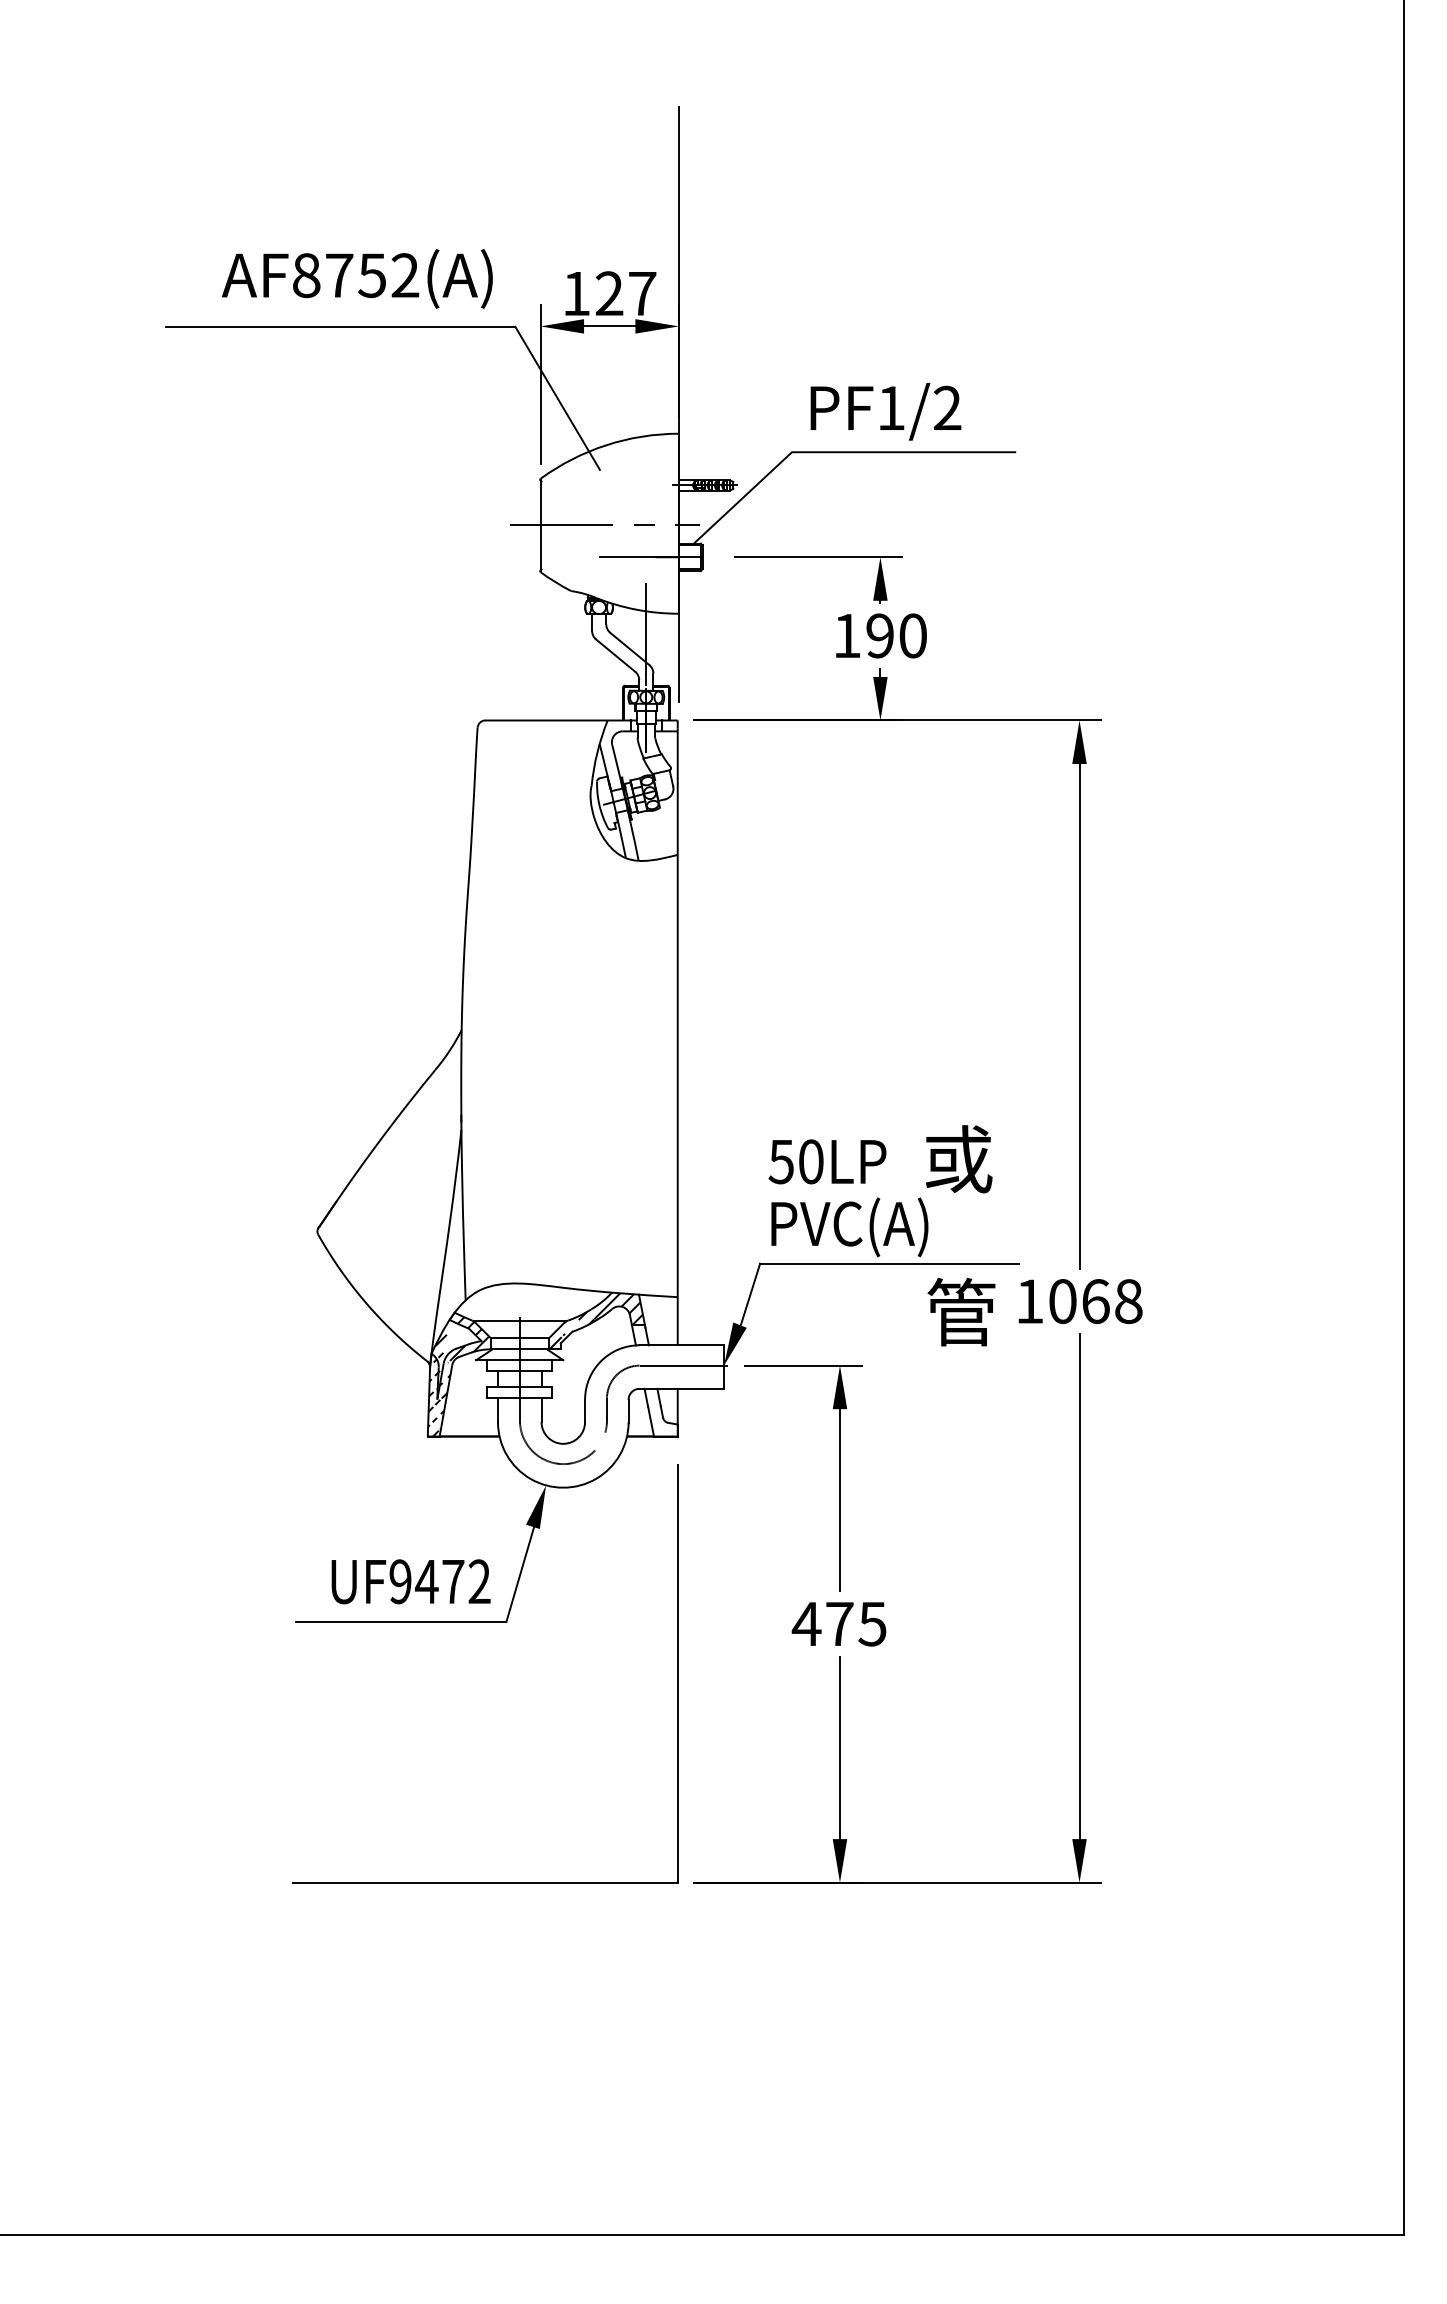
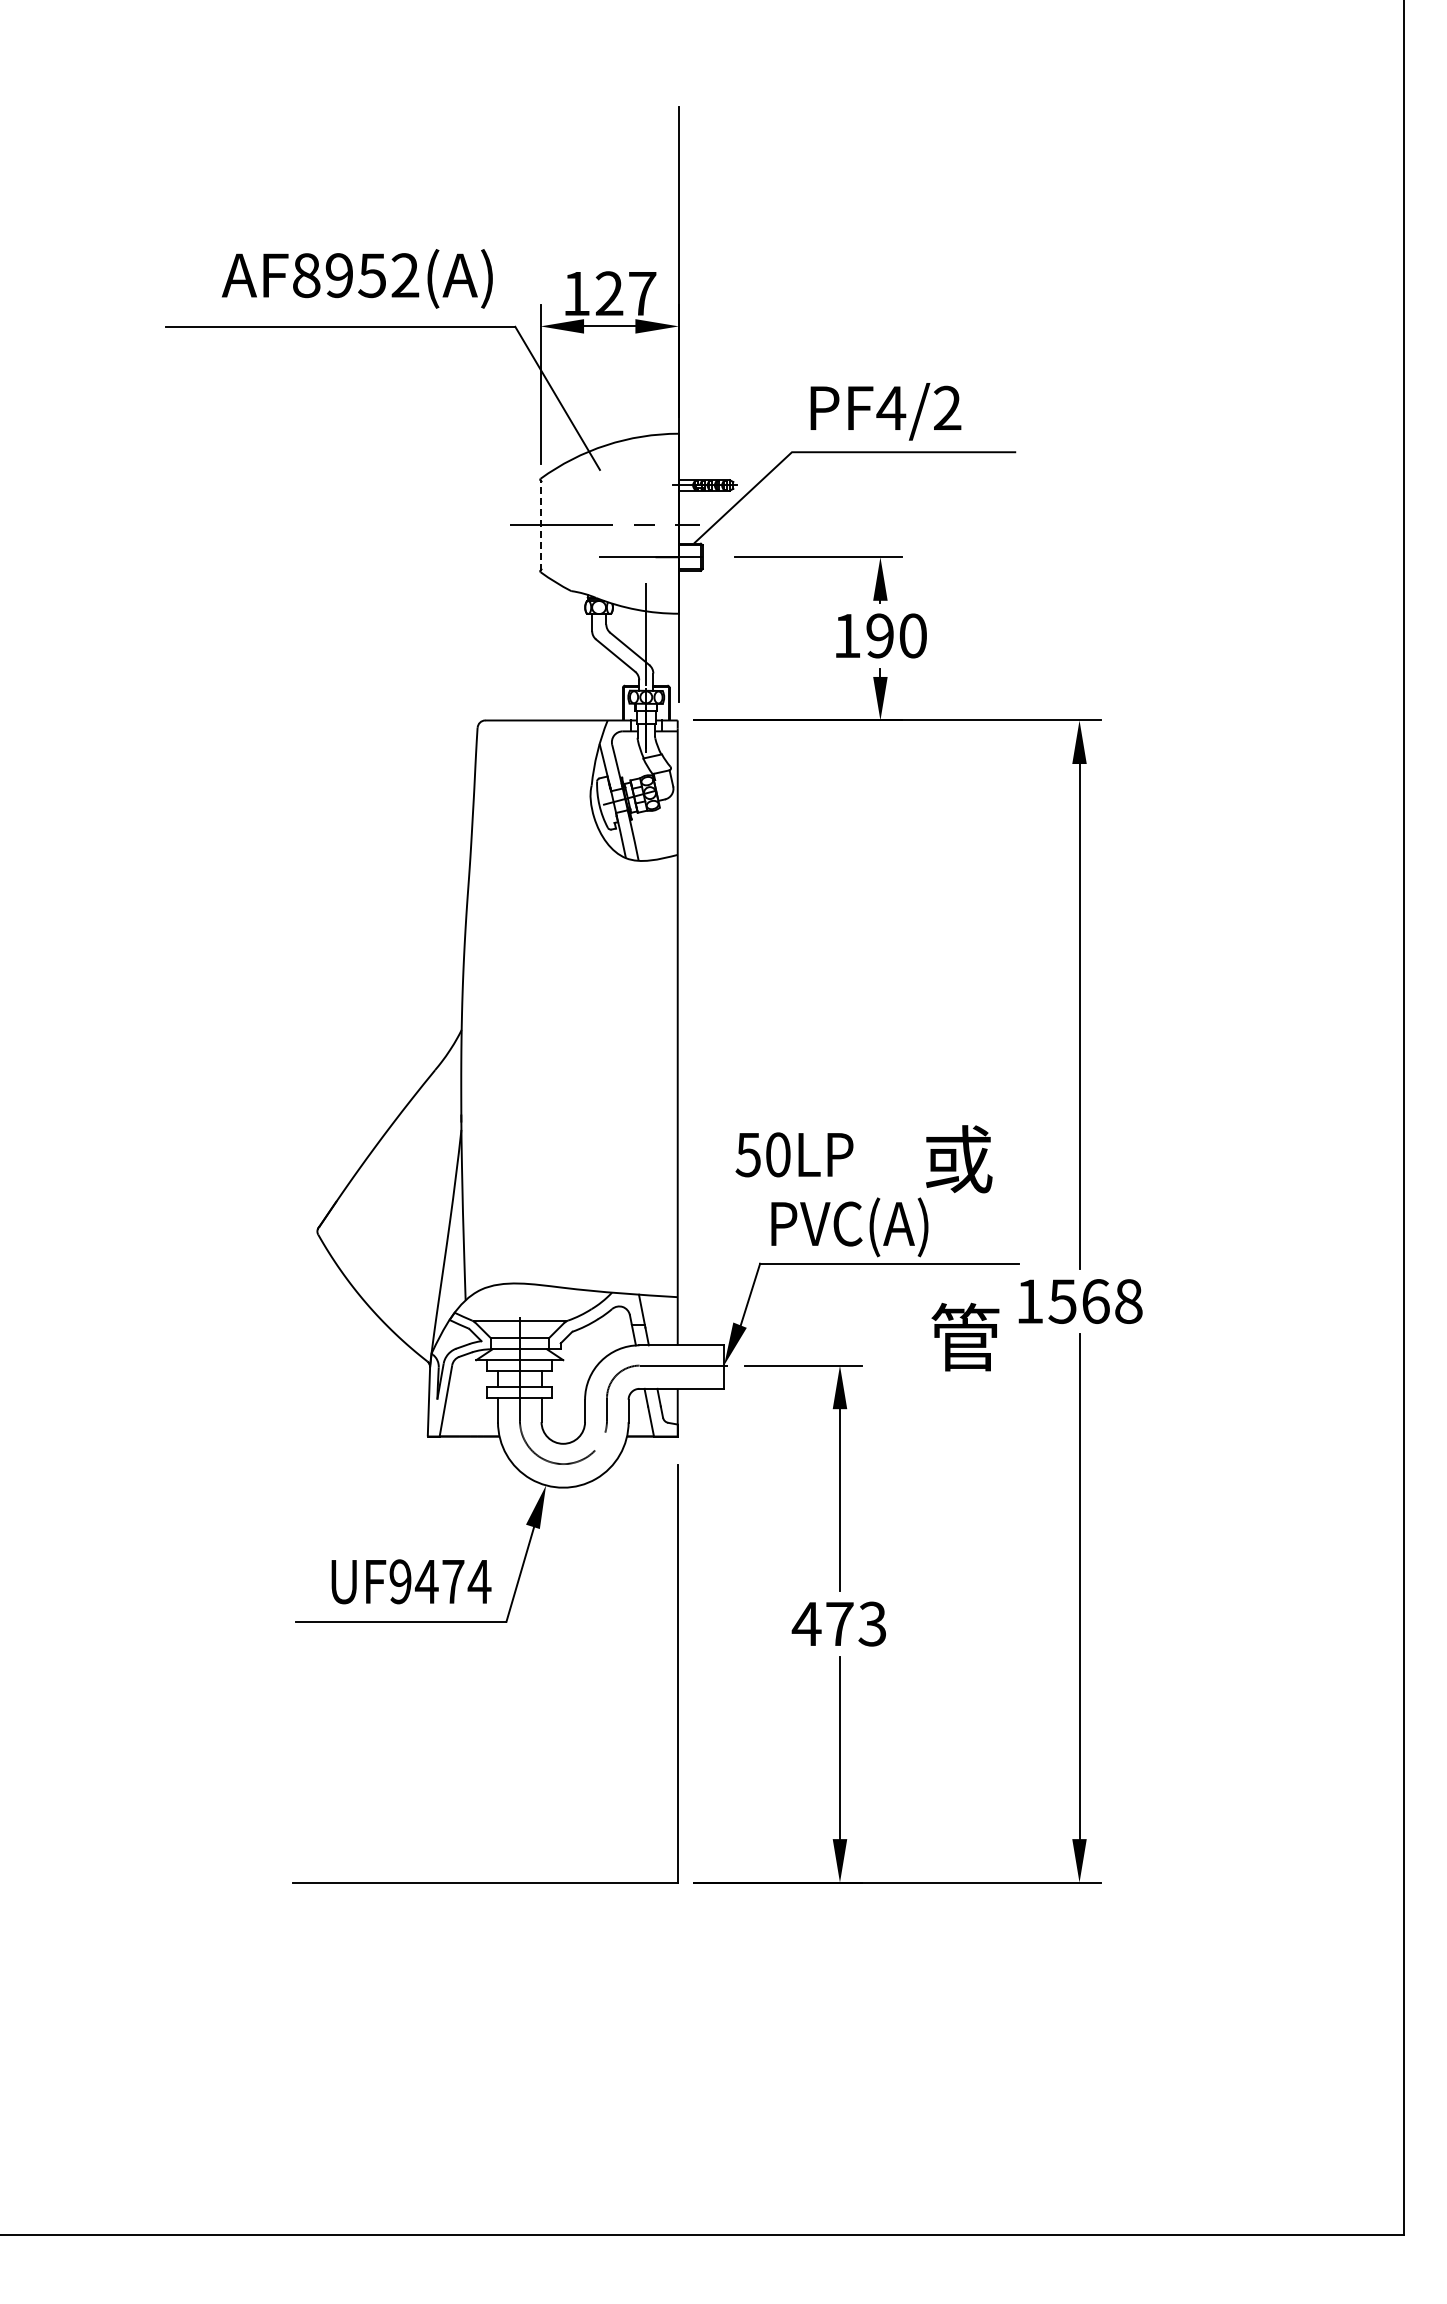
text at (339, 275): AF8752(A) -> AF8952(A)
text at (891, 407): PF1/2 -> PF4/2
line at (540, 524): solid -> dashed
text at (827, 1161) position: (827, 1161) -> (794, 1154)
text at (1062, 1301): 1068 -> 1568
text at (961, 1311) position: (961, 1311) -> (965, 1336)
hatch at (595, 1321): present -> none
hatch at (459, 1376): present -> none
text at (479, 1581): UF9472 -> UF9474
text at (872, 1623): 475 -> 473
